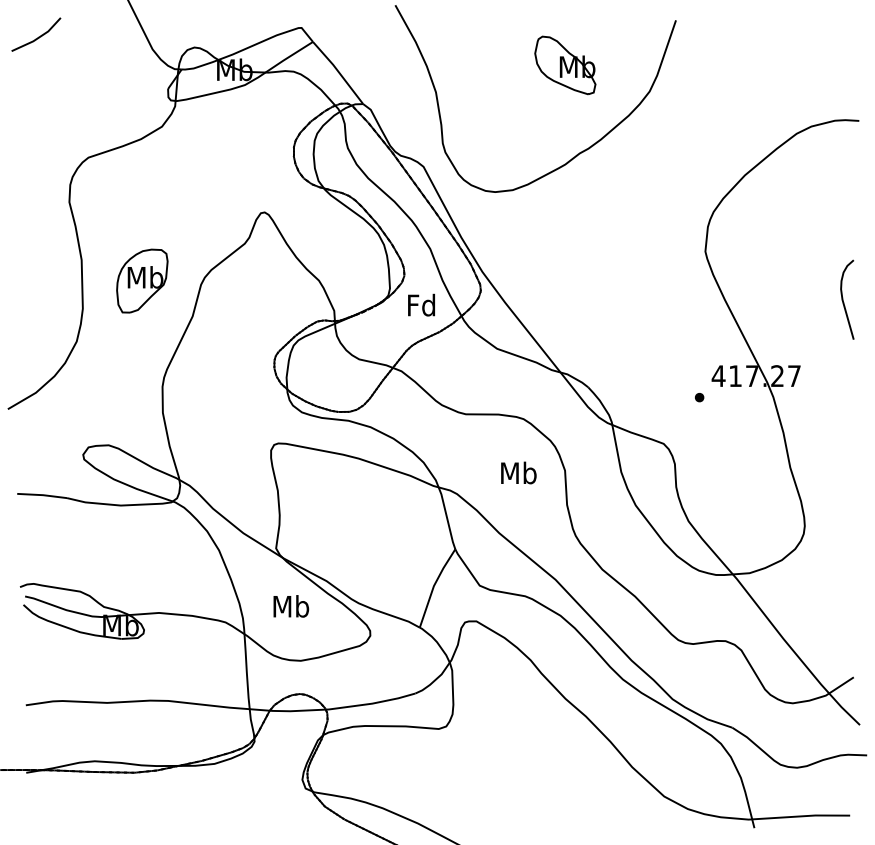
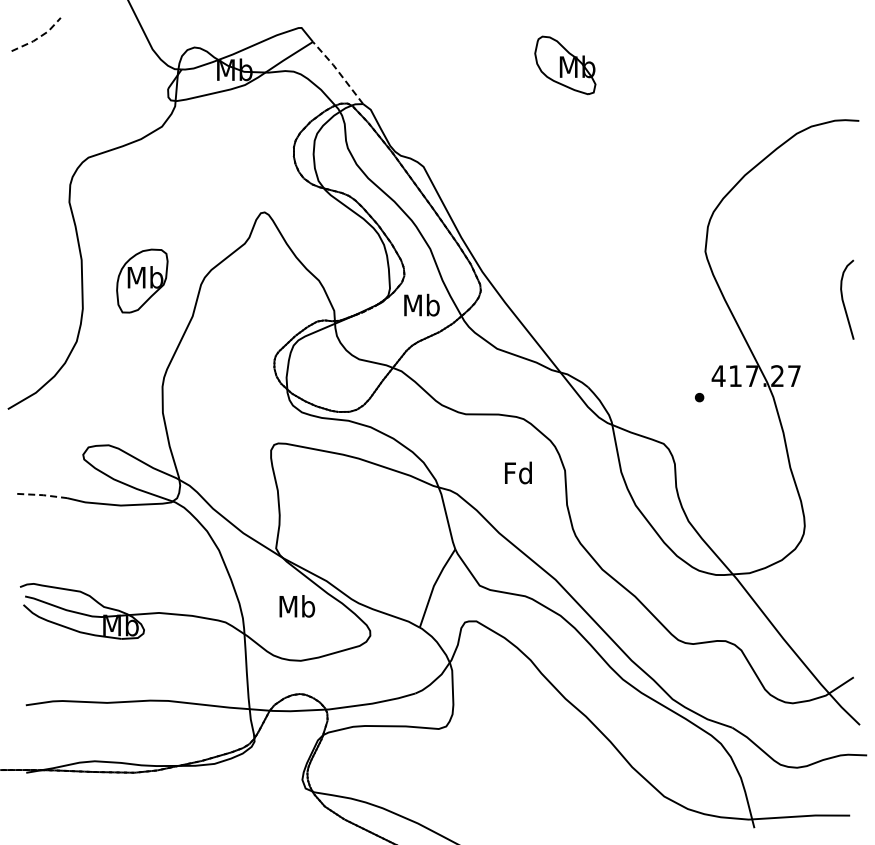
line at (39, 37): solid -> dashed
line at (338, 71): solid -> dashed
curve at (576, 154): present -> none
text at (421, 304): Fd -> Mb
text at (518, 472): Mb -> Fd
line at (43, 495): solid -> dashed
text at (291, 606) position: (291, 606) -> (297, 606)
